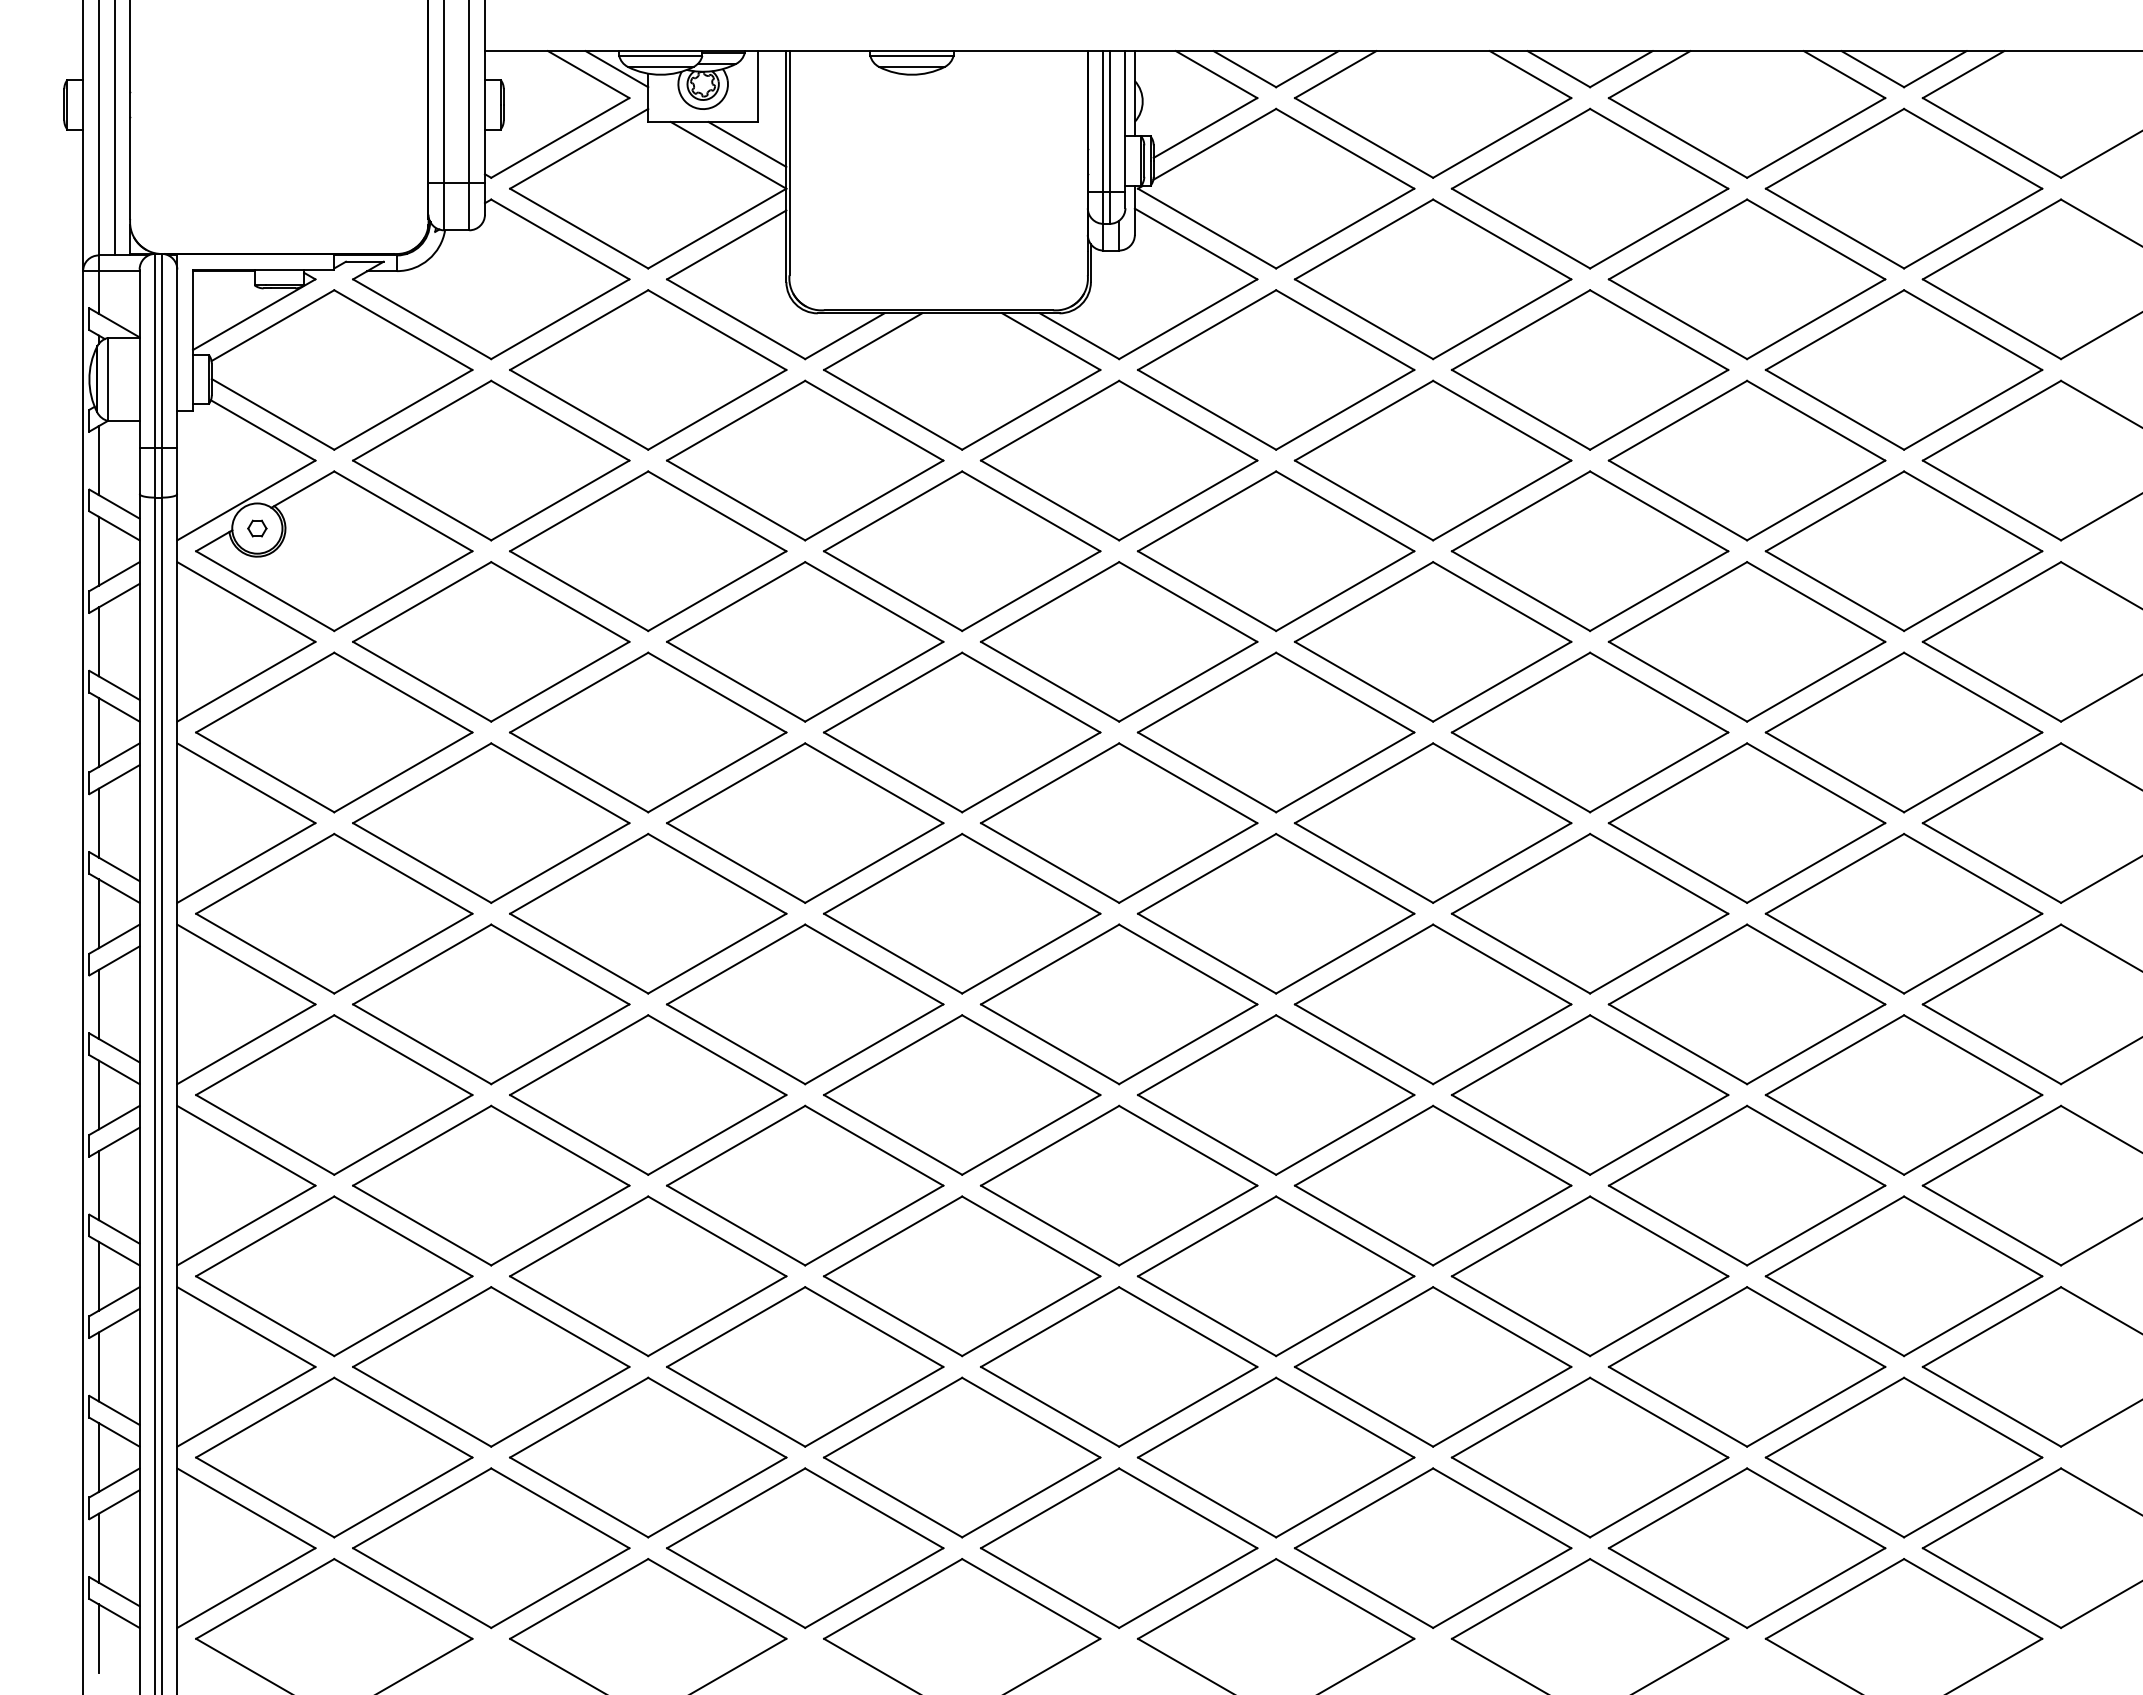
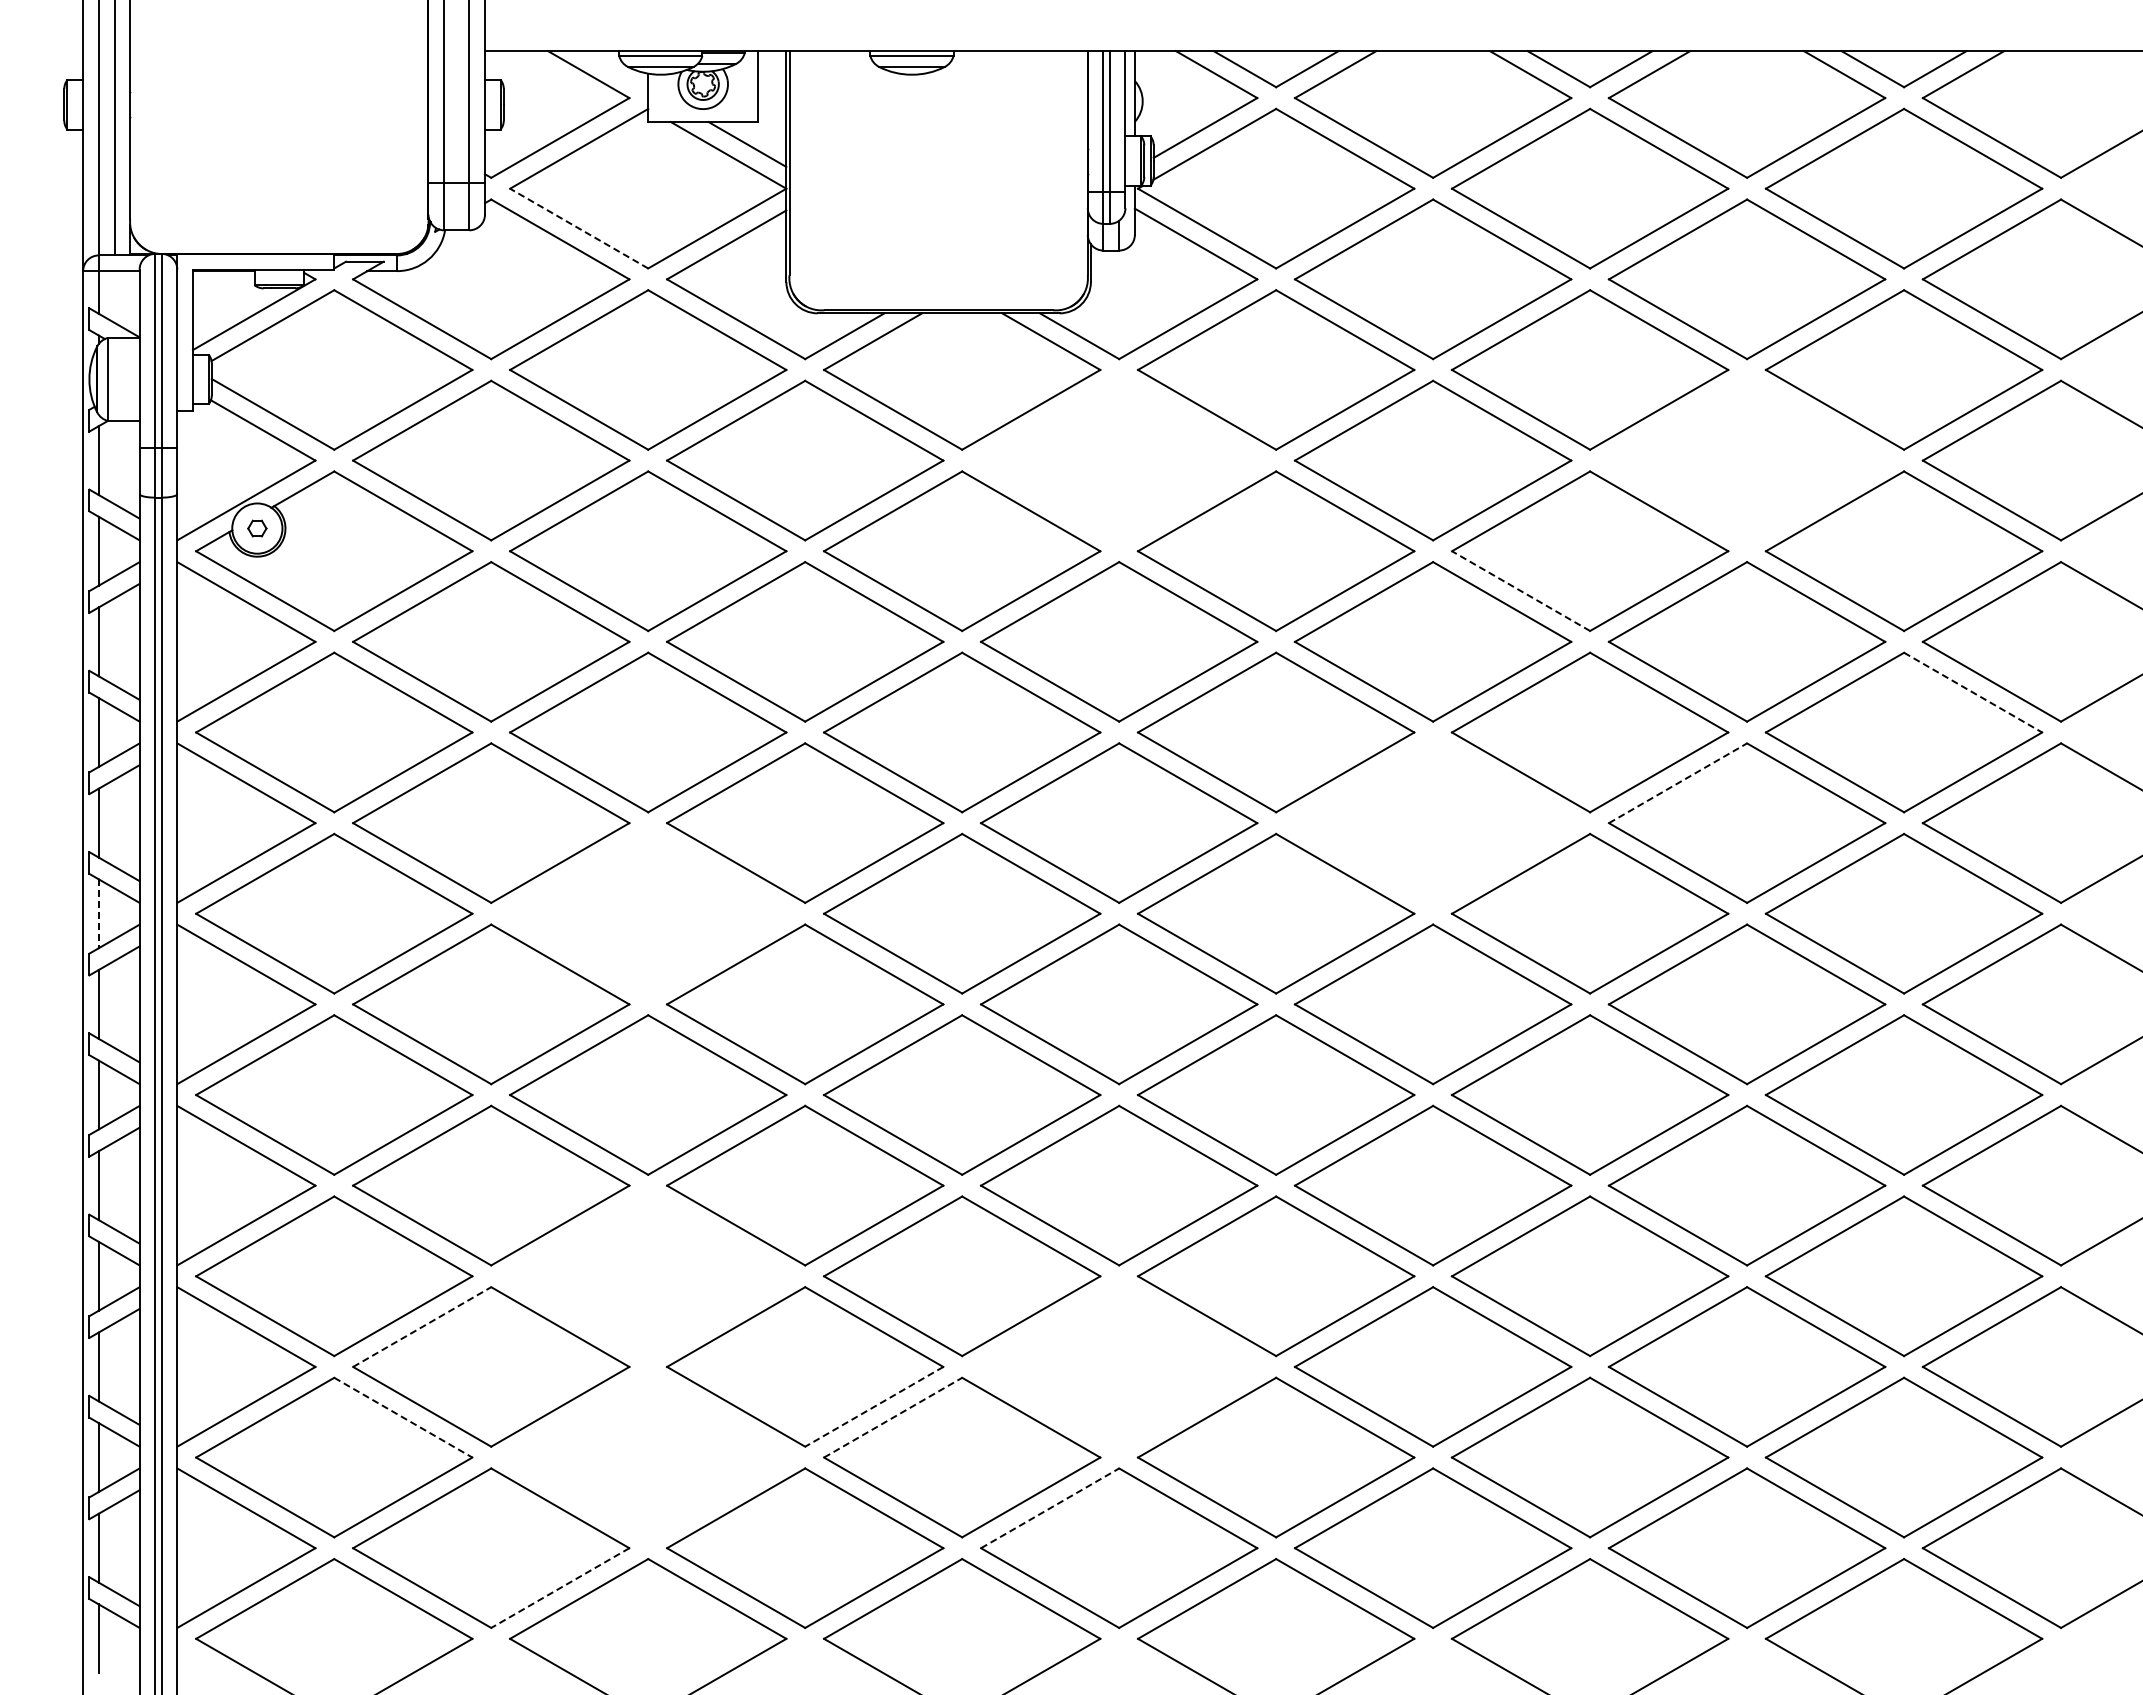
line at (616, 69): present -> none
line at (579, 228): solid -> dashed
part at (1118, 460): present -> none
part at (1746, 460): present -> none
line at (1521, 591): solid -> dashed
line at (1973, 692): solid -> dashed
line at (1678, 783): solid -> dashed
part at (1432, 822): present -> none
part at (648, 913): present -> none
line at (98, 914): solid -> dashed
part at (648, 1276): present -> none
line at (422, 1327): solid -> dashed
part at (1119, 1366): present -> none
line at (874, 1406): solid -> dashed
line at (403, 1417): solid -> dashed
line at (893, 1417): solid -> dashed
part at (648, 1457): present -> none
line at (1050, 1508): solid -> dashed
line at (560, 1588): solid -> dashed
